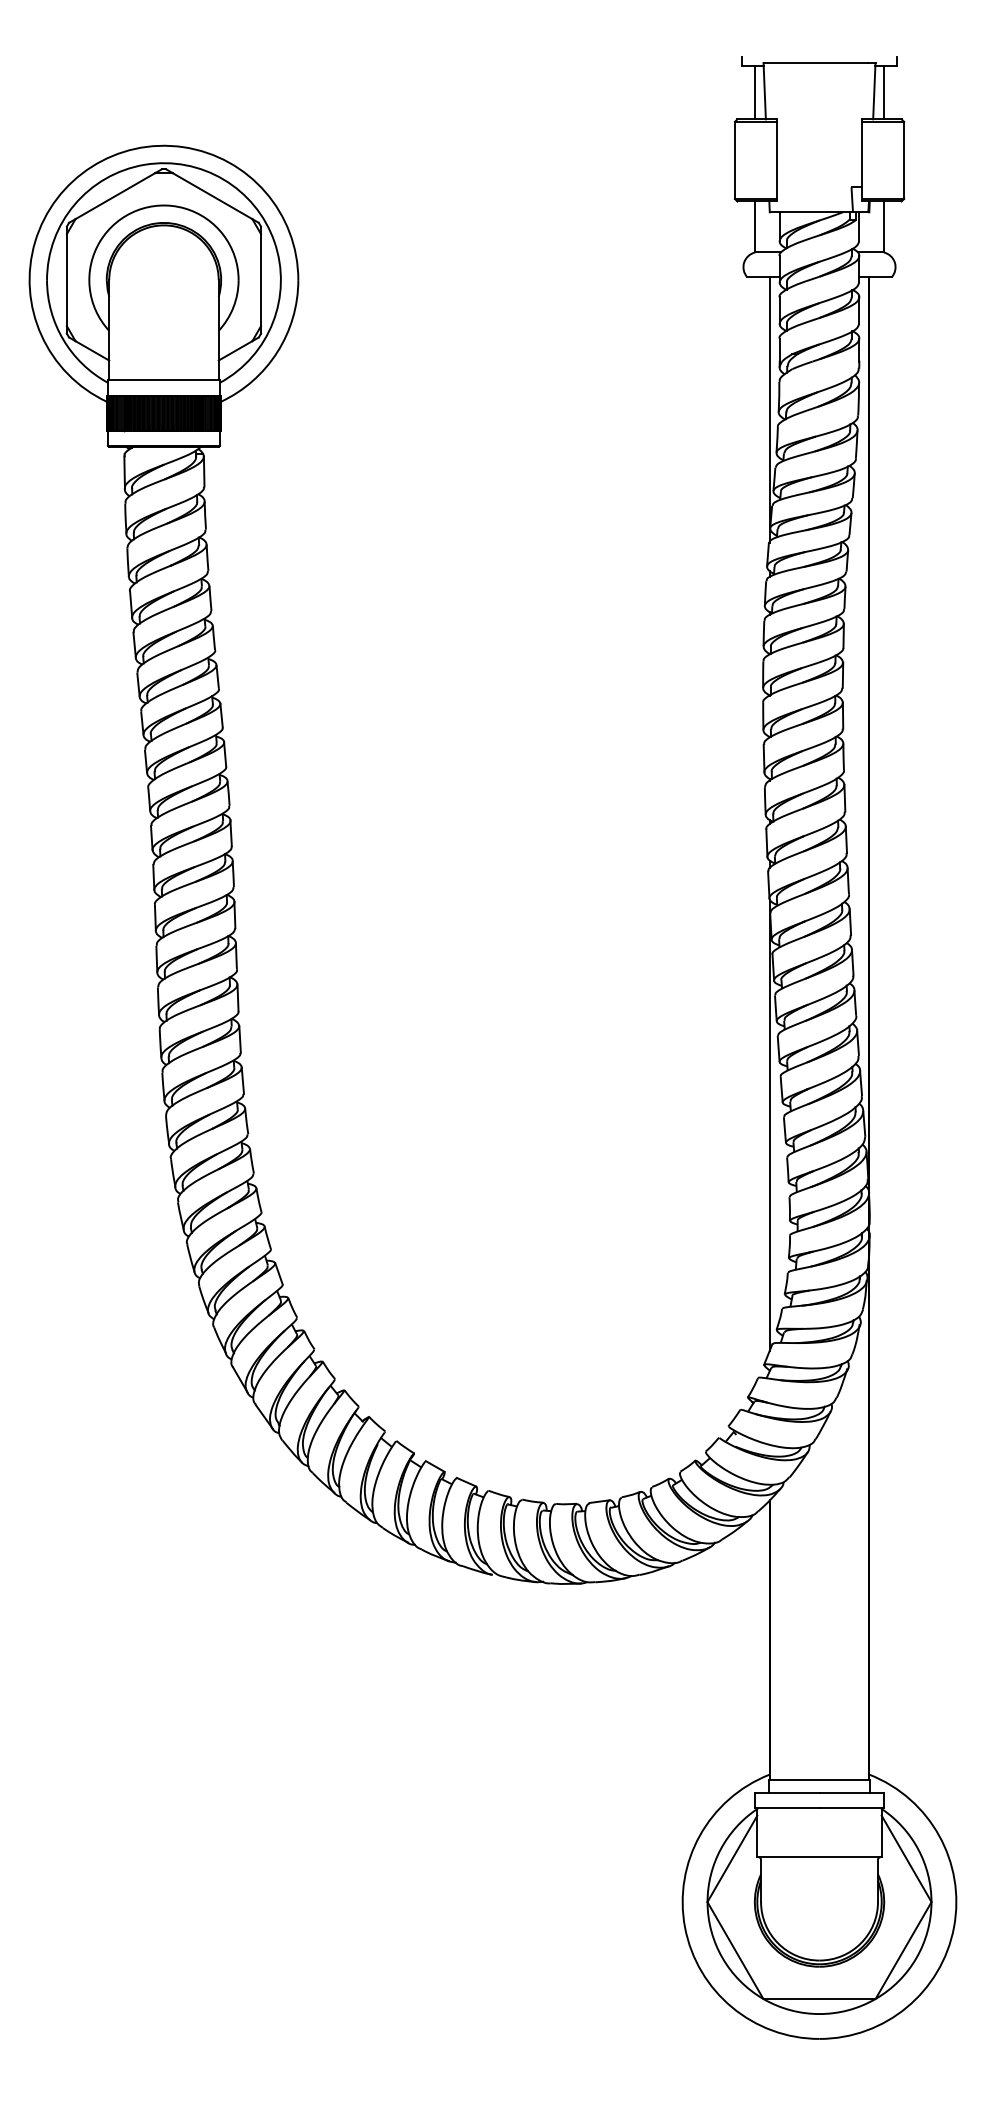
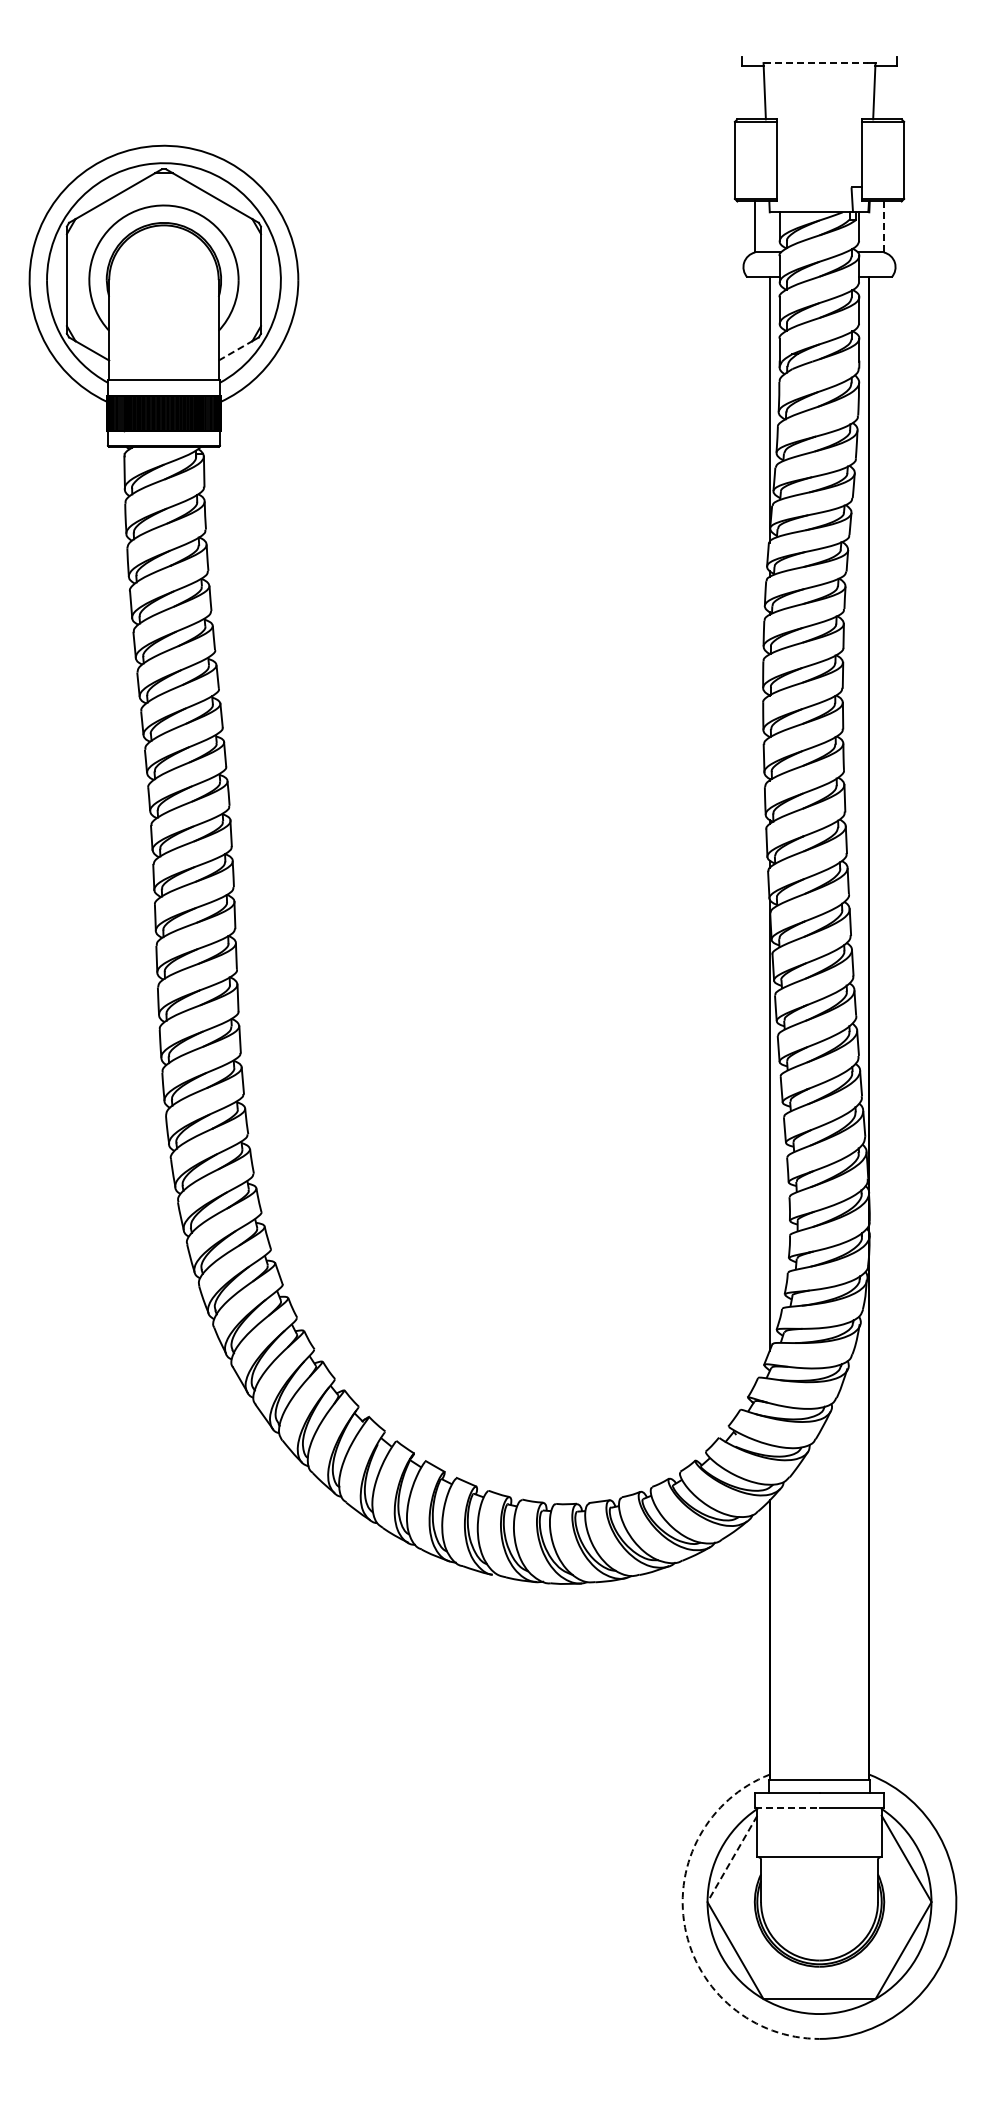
line at (816, 63): solid -> dashed
line at (755, 92): present -> none
line at (883, 92): present -> none
line at (883, 226): solid -> dashed
line at (235, 350): solid -> dashed
line at (787, 1807): solid -> dashed
line at (732, 1858): solid -> dashed
arc at (685, 1927): solid -> dashed
